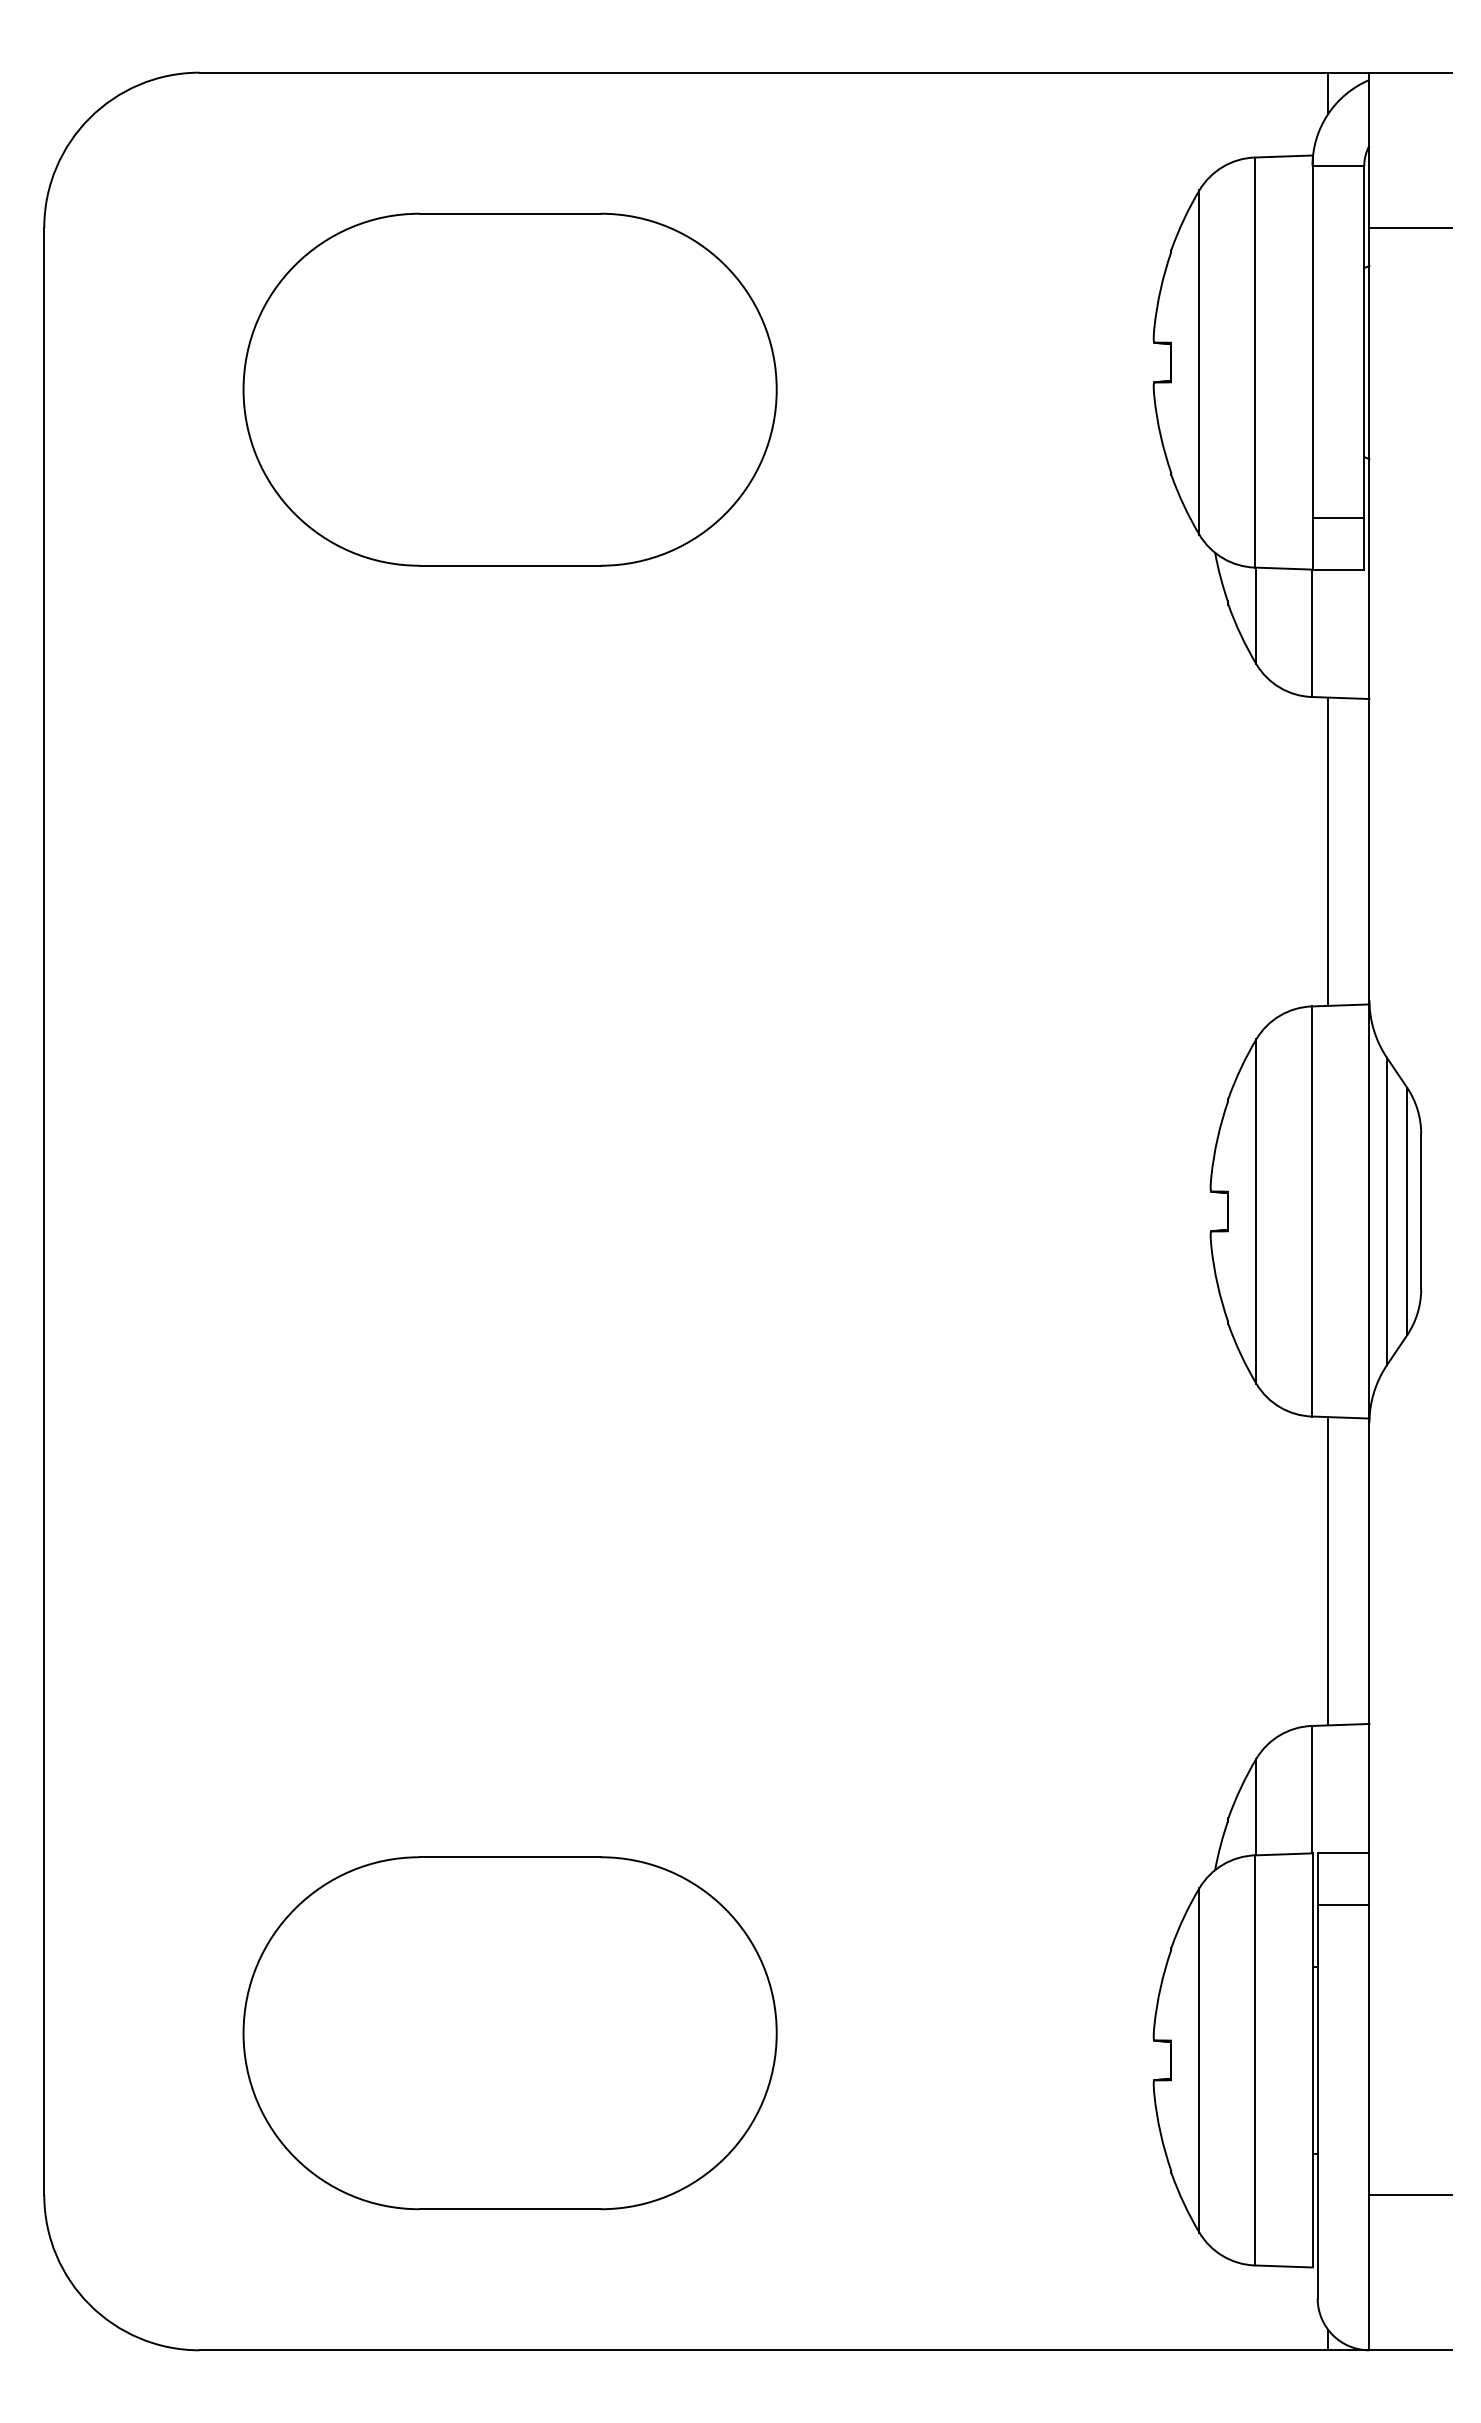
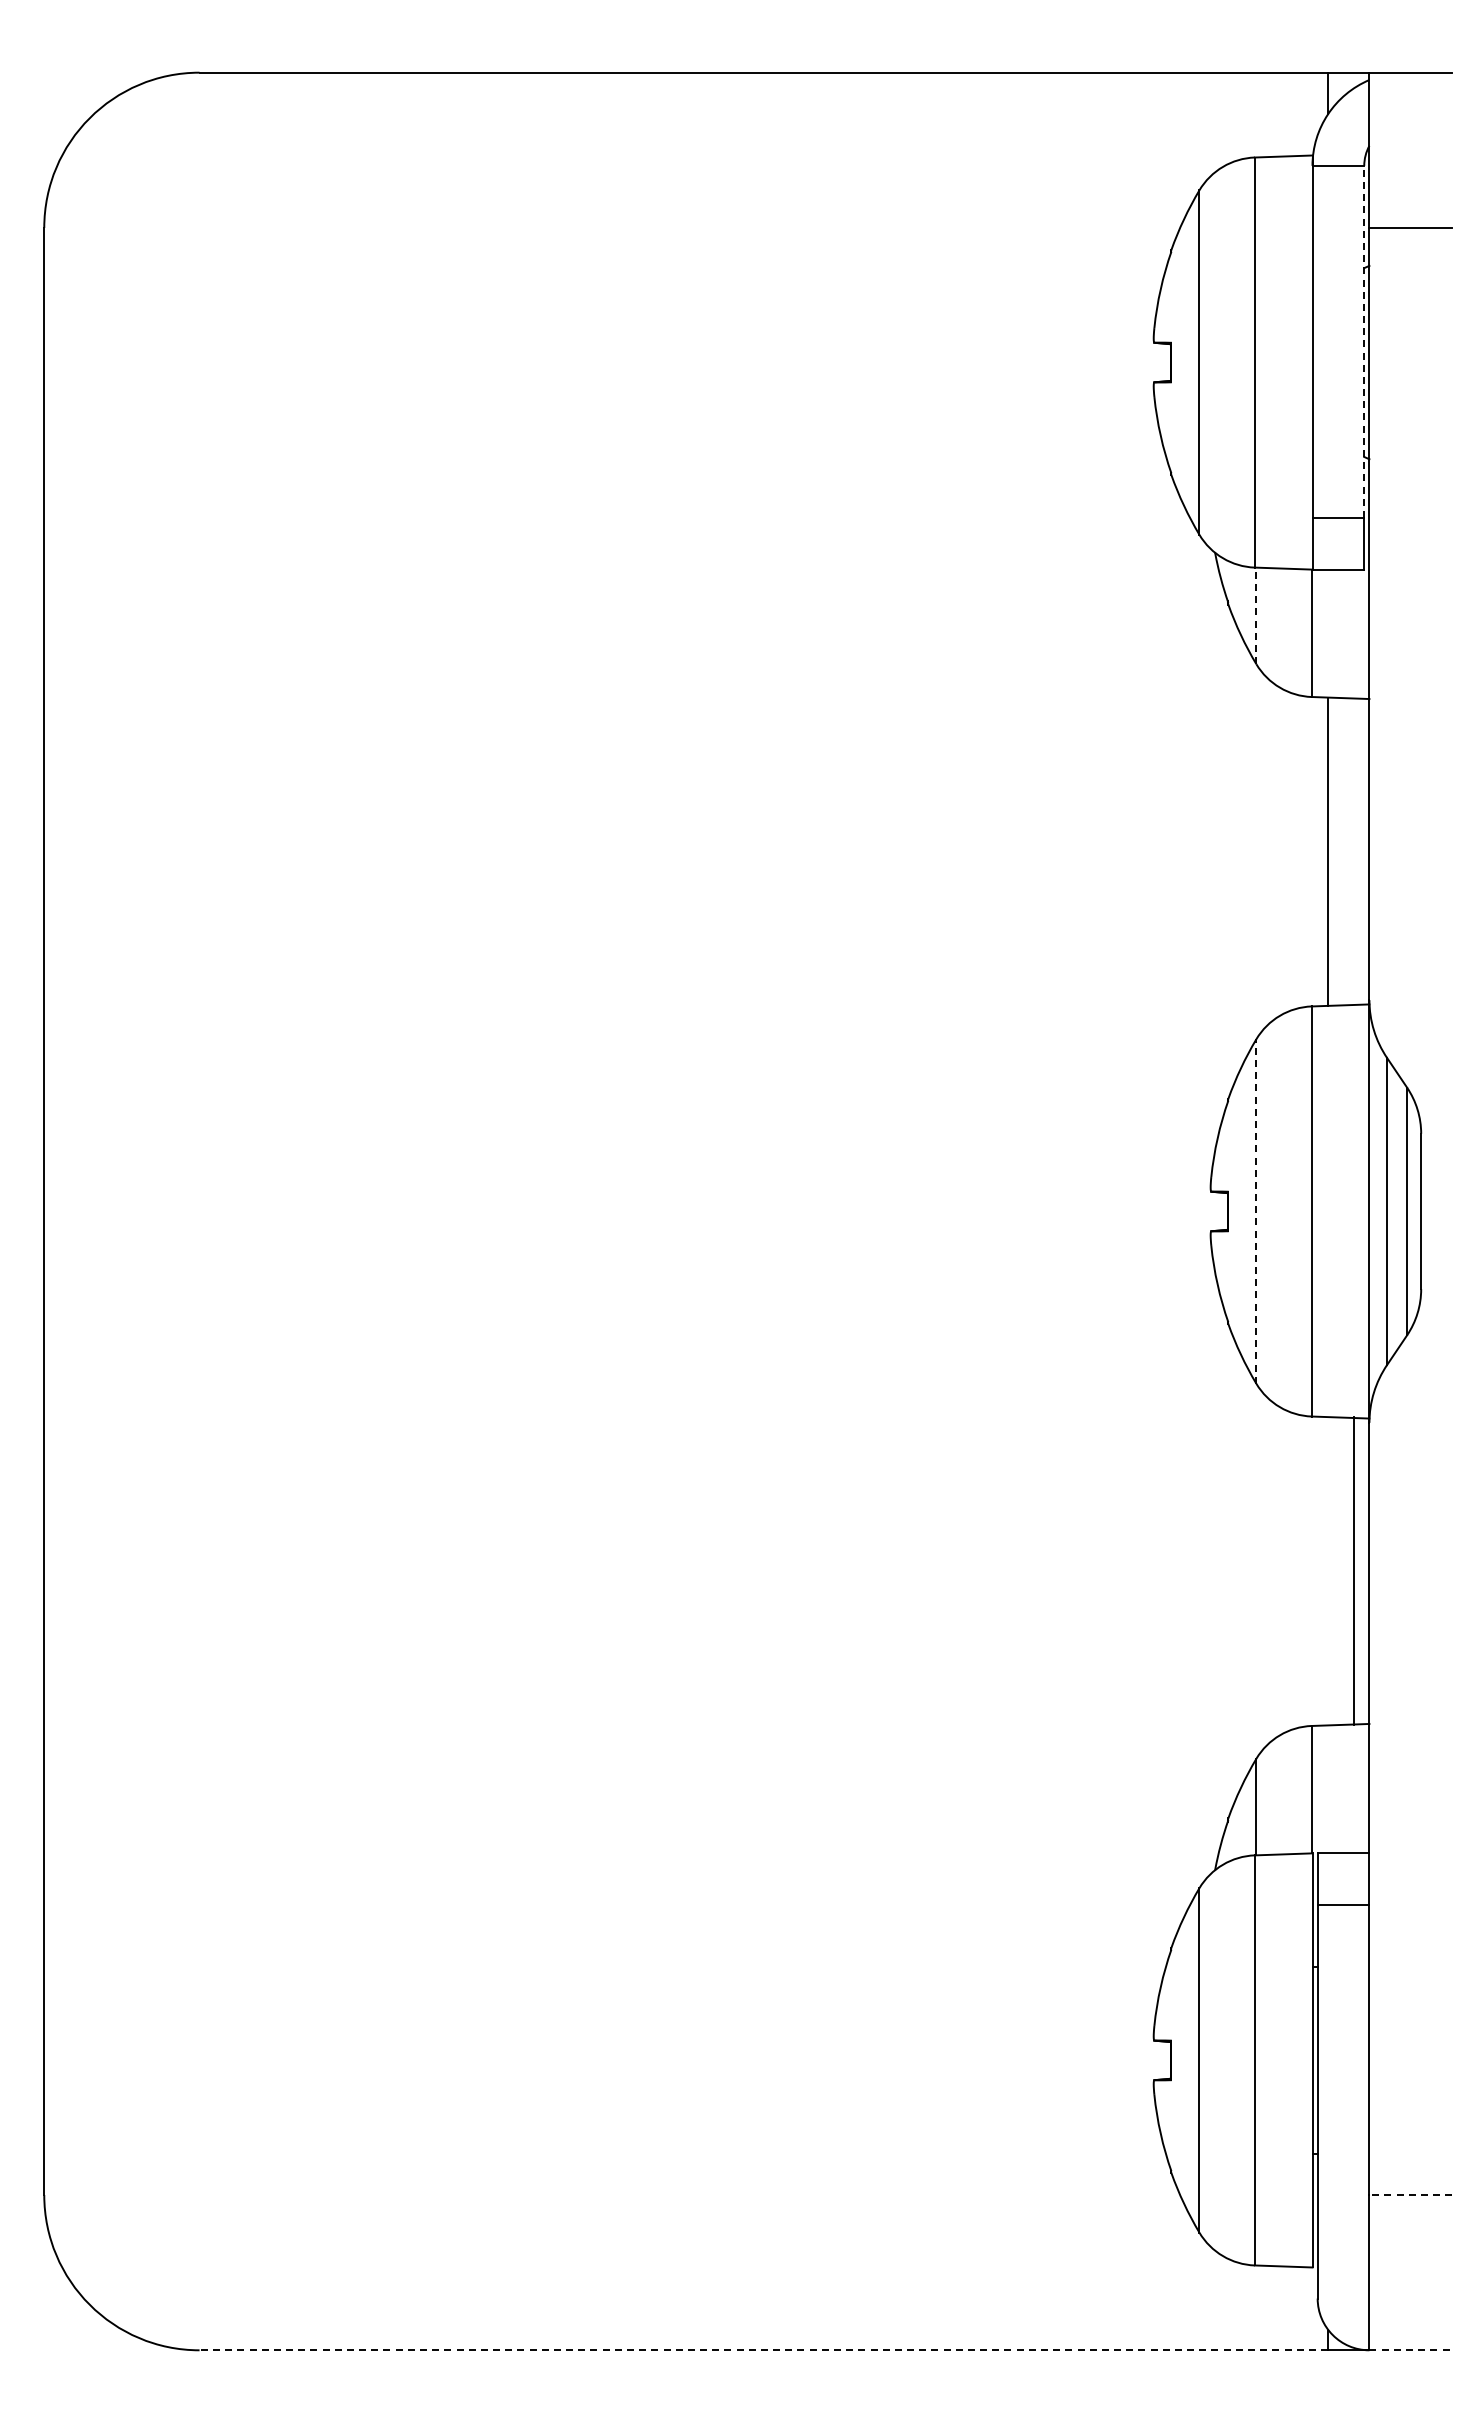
line at (1364, 341): solid -> dashed
part at (509, 389): present -> none
line at (1256, 615): solid -> dashed
line at (1256, 1211): solid -> dashed
line at (1328, 1571) position: (1328, 1571) -> (1354, 1571)
part at (509, 2033): present -> none
line at (1410, 2195): solid -> dashed
line at (763, 2350): solid -> dashed
line at (1411, 2350): solid -> dashed
